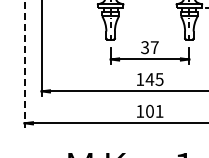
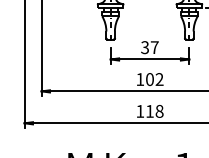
line at (24, 64): dashed -> solid
text at (154, 79): 145 -> 102
text at (154, 110): 101 -> 118
